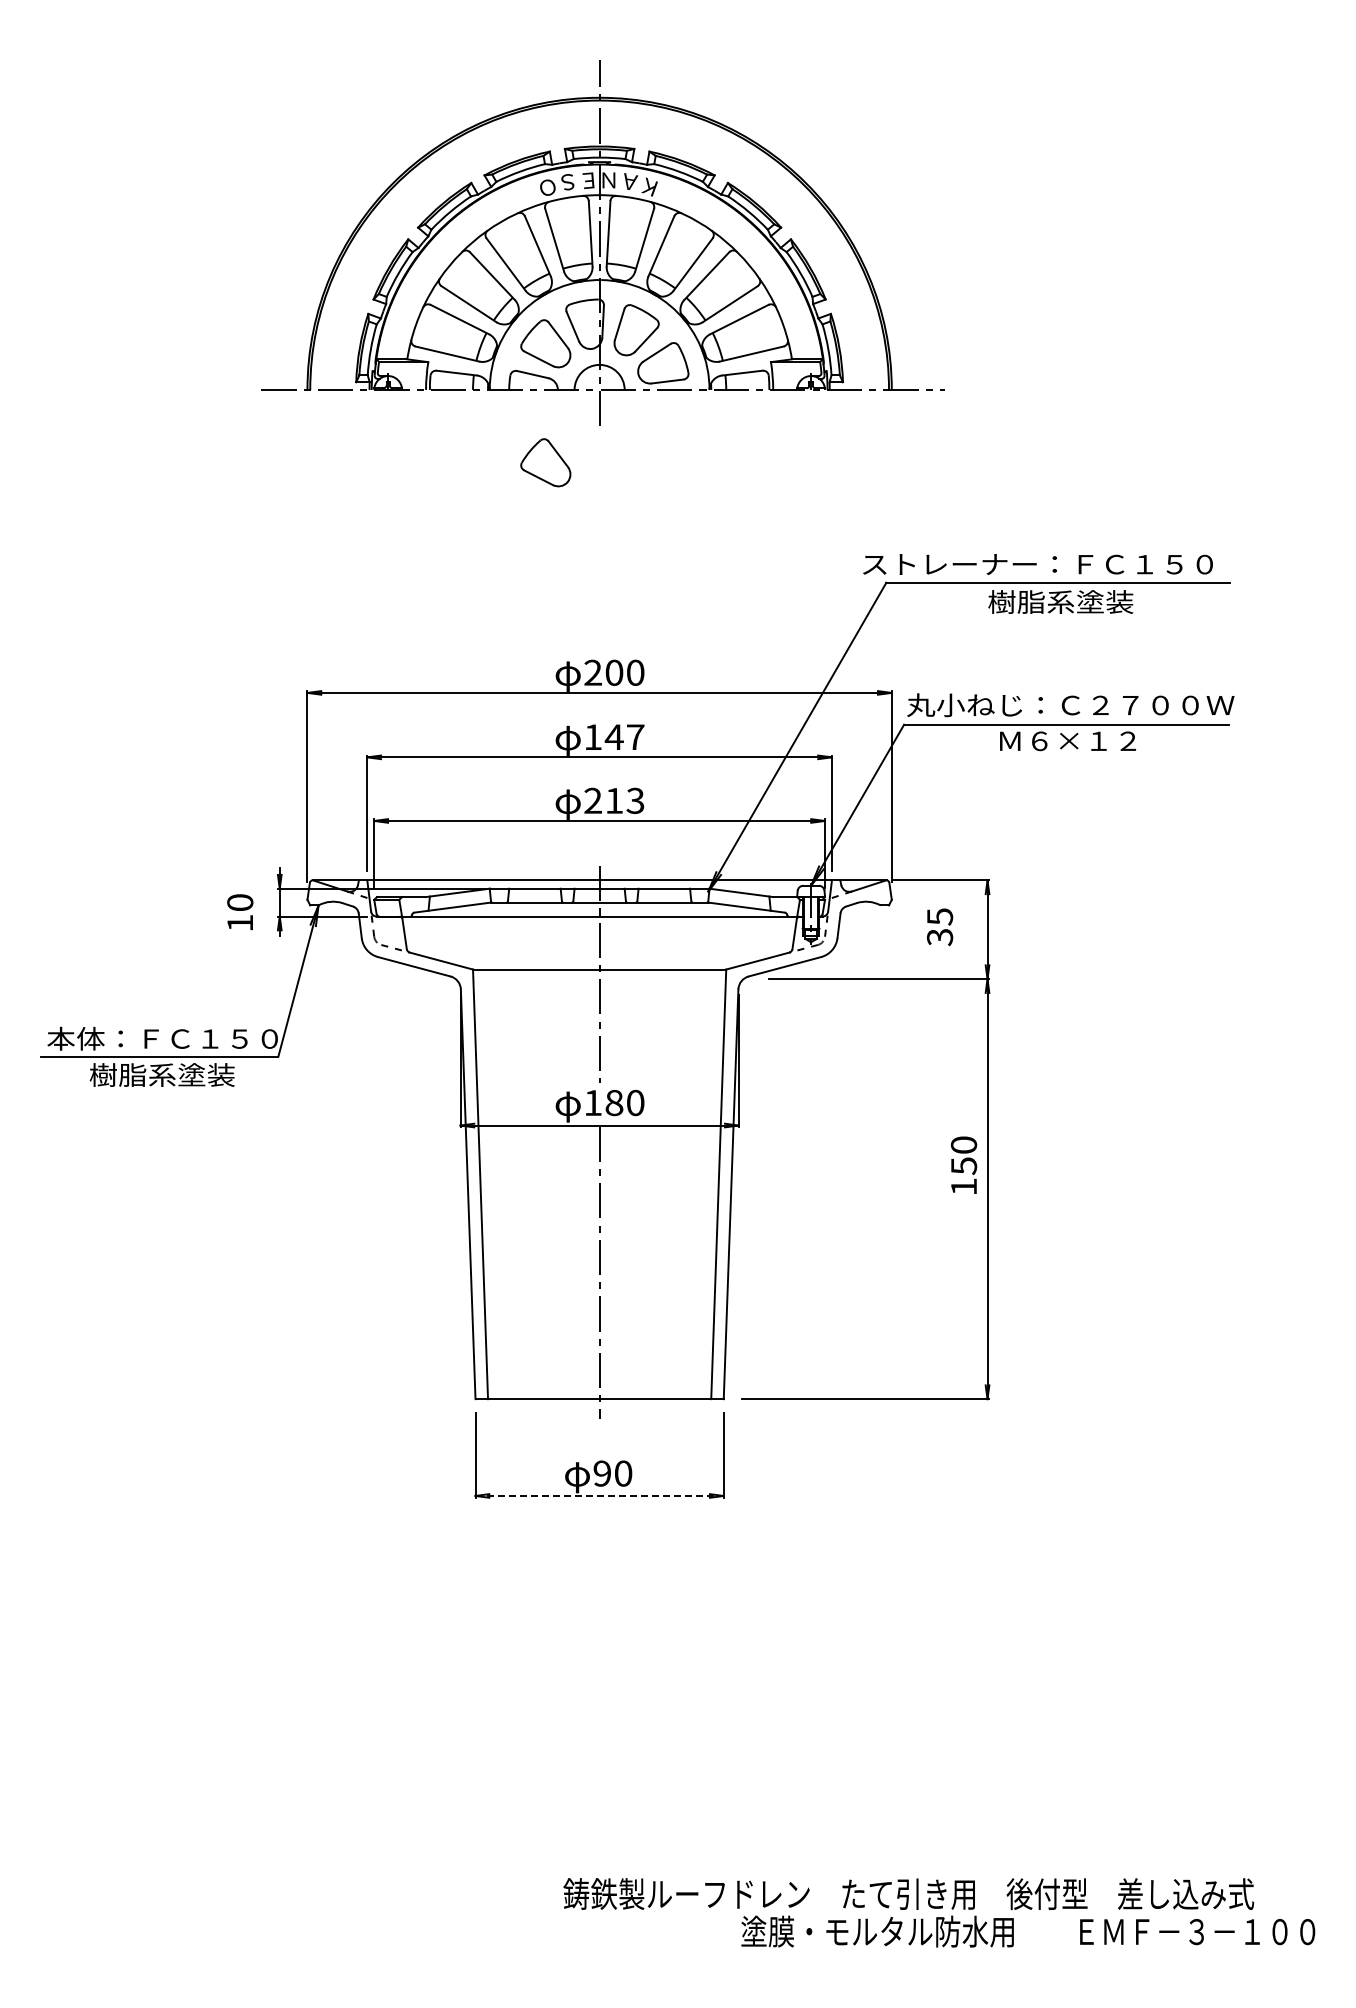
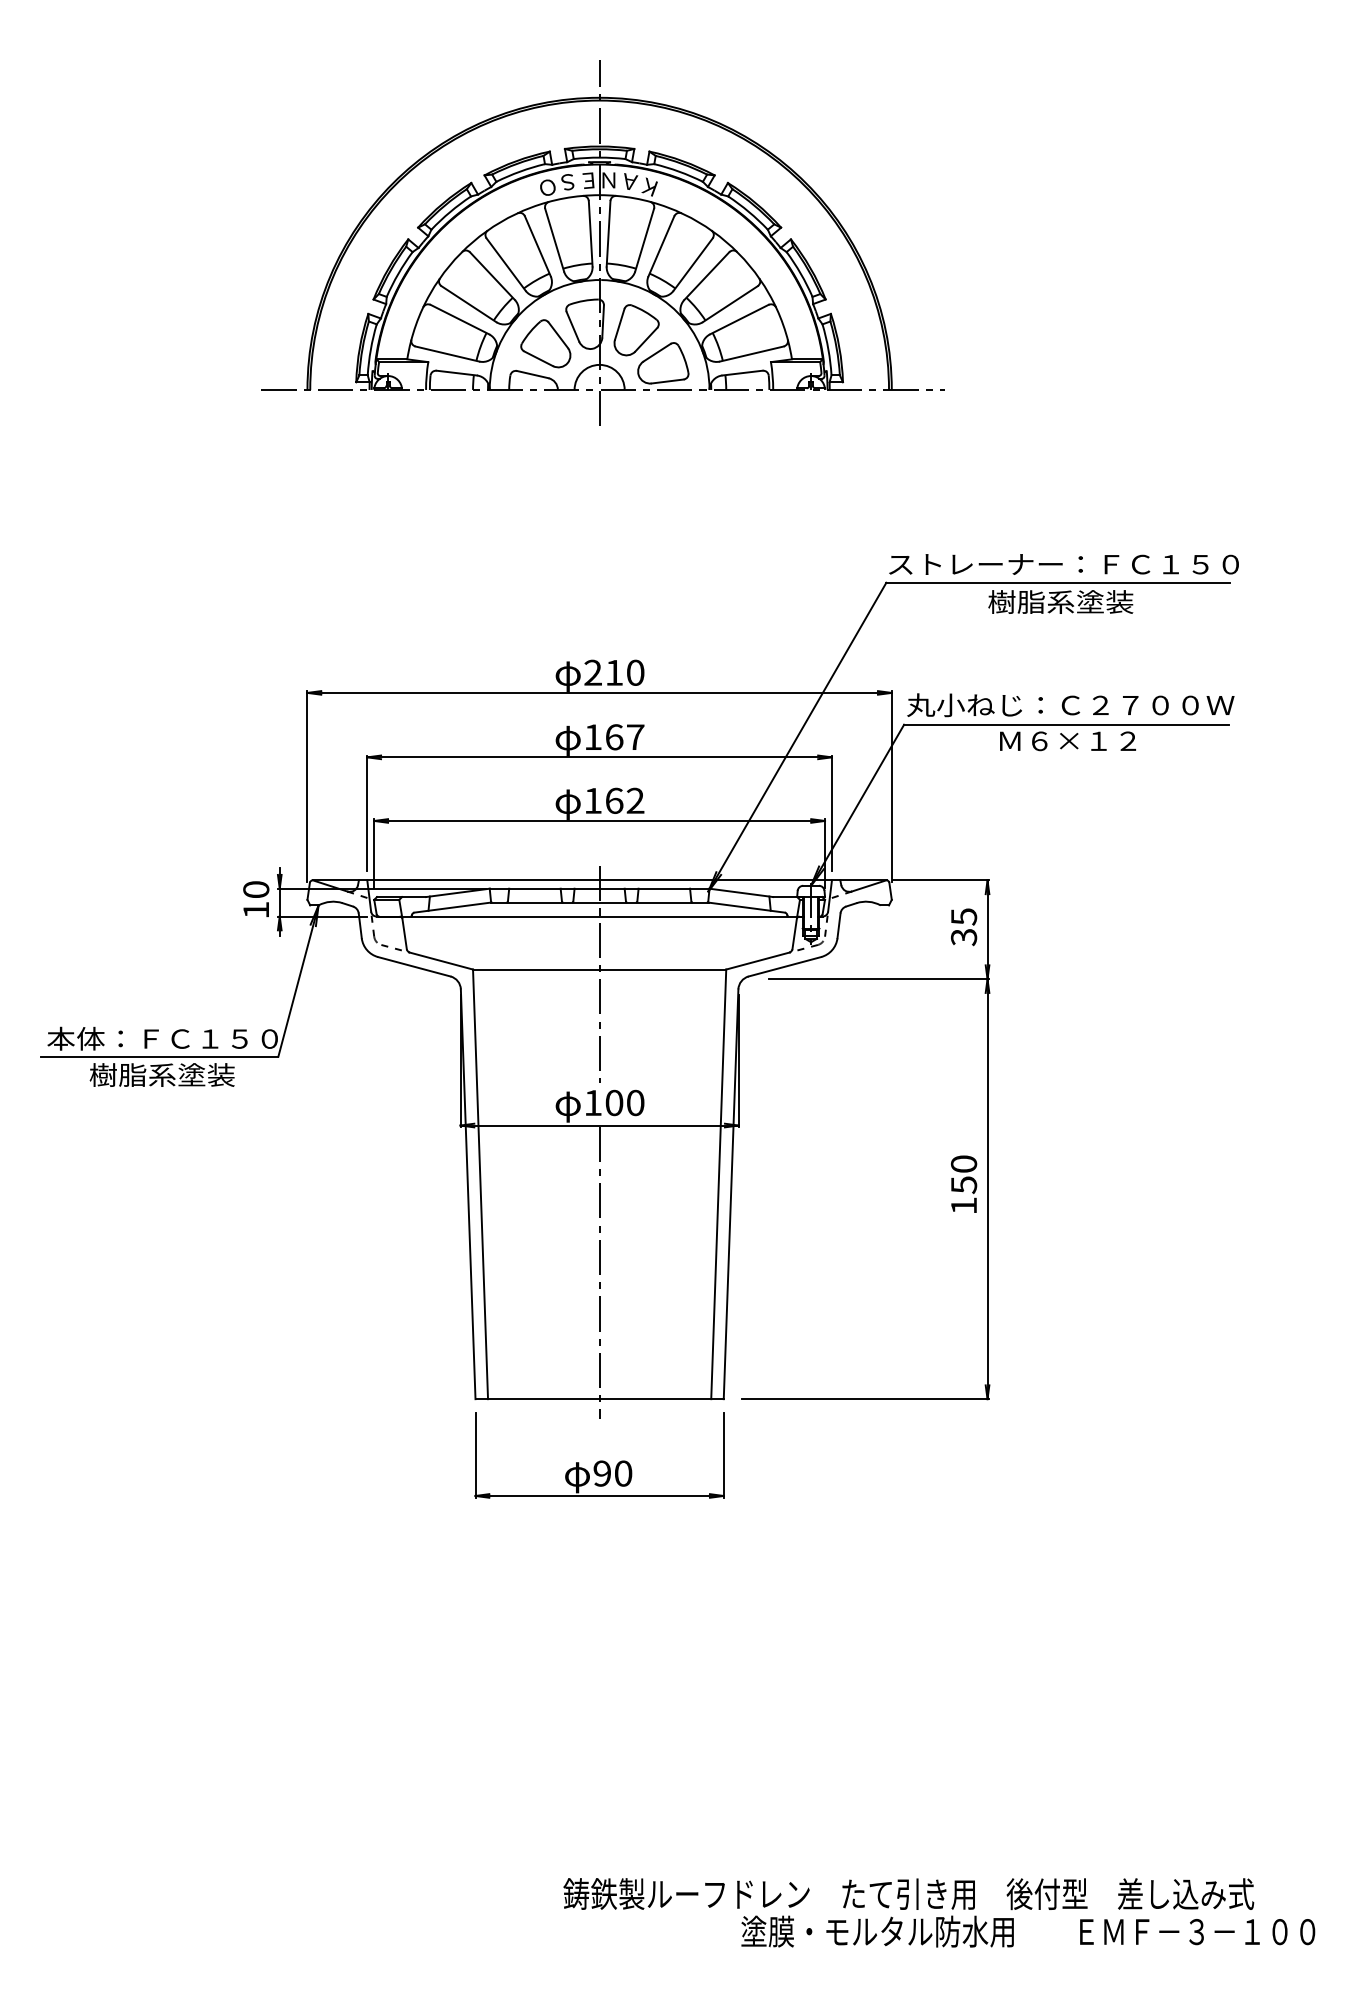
part at (545, 462): present -> none
text at (1037, 564) position: (1037, 564) -> (1063, 564)
text at (614, 672): 200 -> 210
text at (613, 737): 147 -> 167
text at (614, 800): 213 -> 162
text at (240, 911) position: (240, 911) -> (256, 898)
text at (940, 927) position: (940, 927) -> (964, 927)
text at (614, 1102): 180 -> 100
text at (964, 1164) position: (964, 1164) -> (964, 1183)
line at (600, 1495): dashed -> solid
